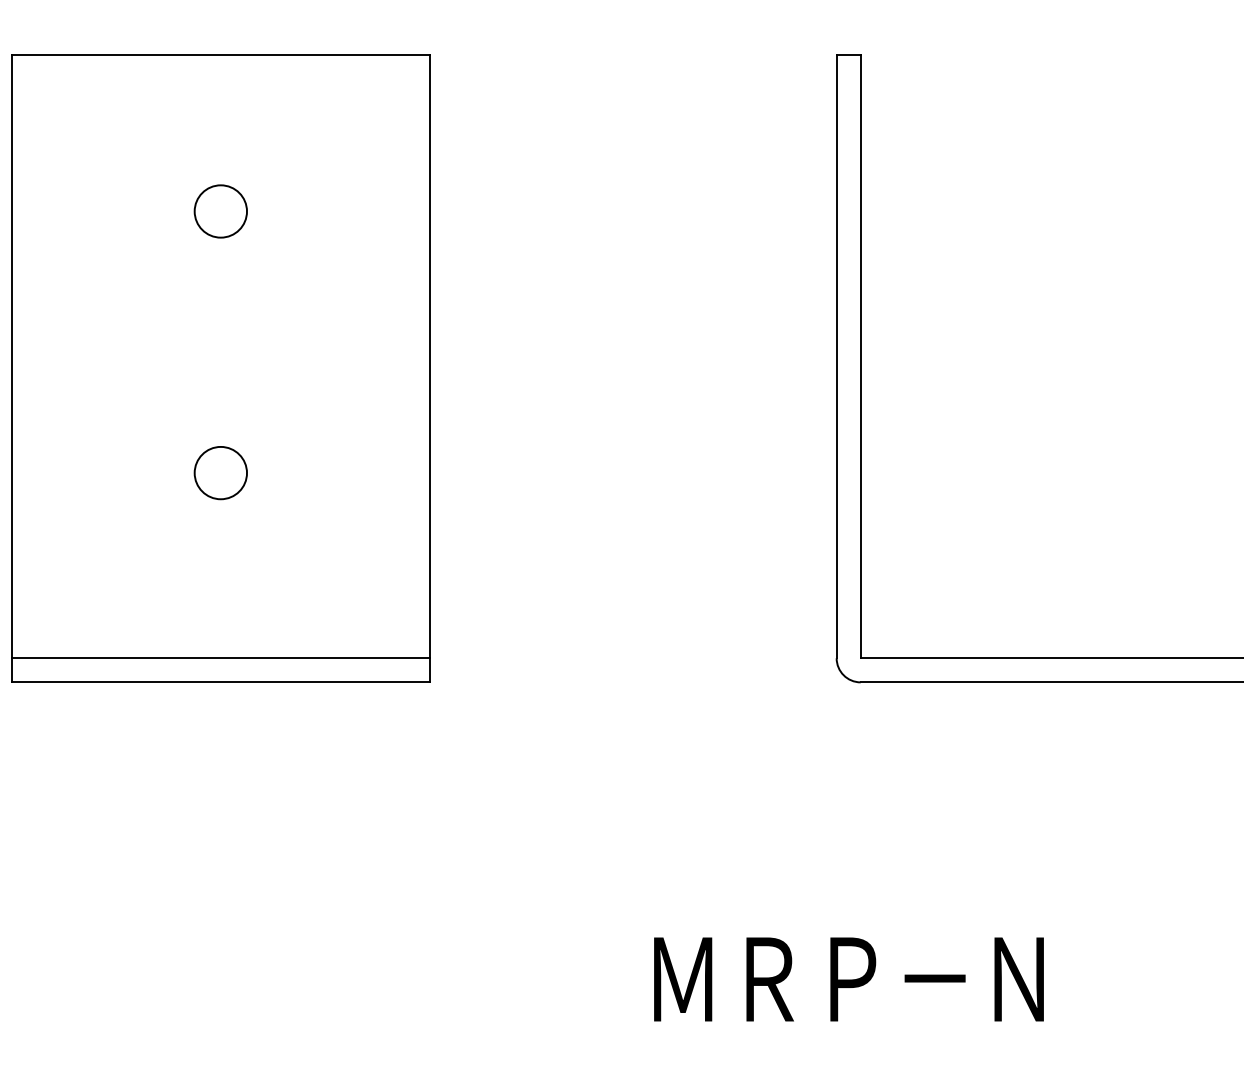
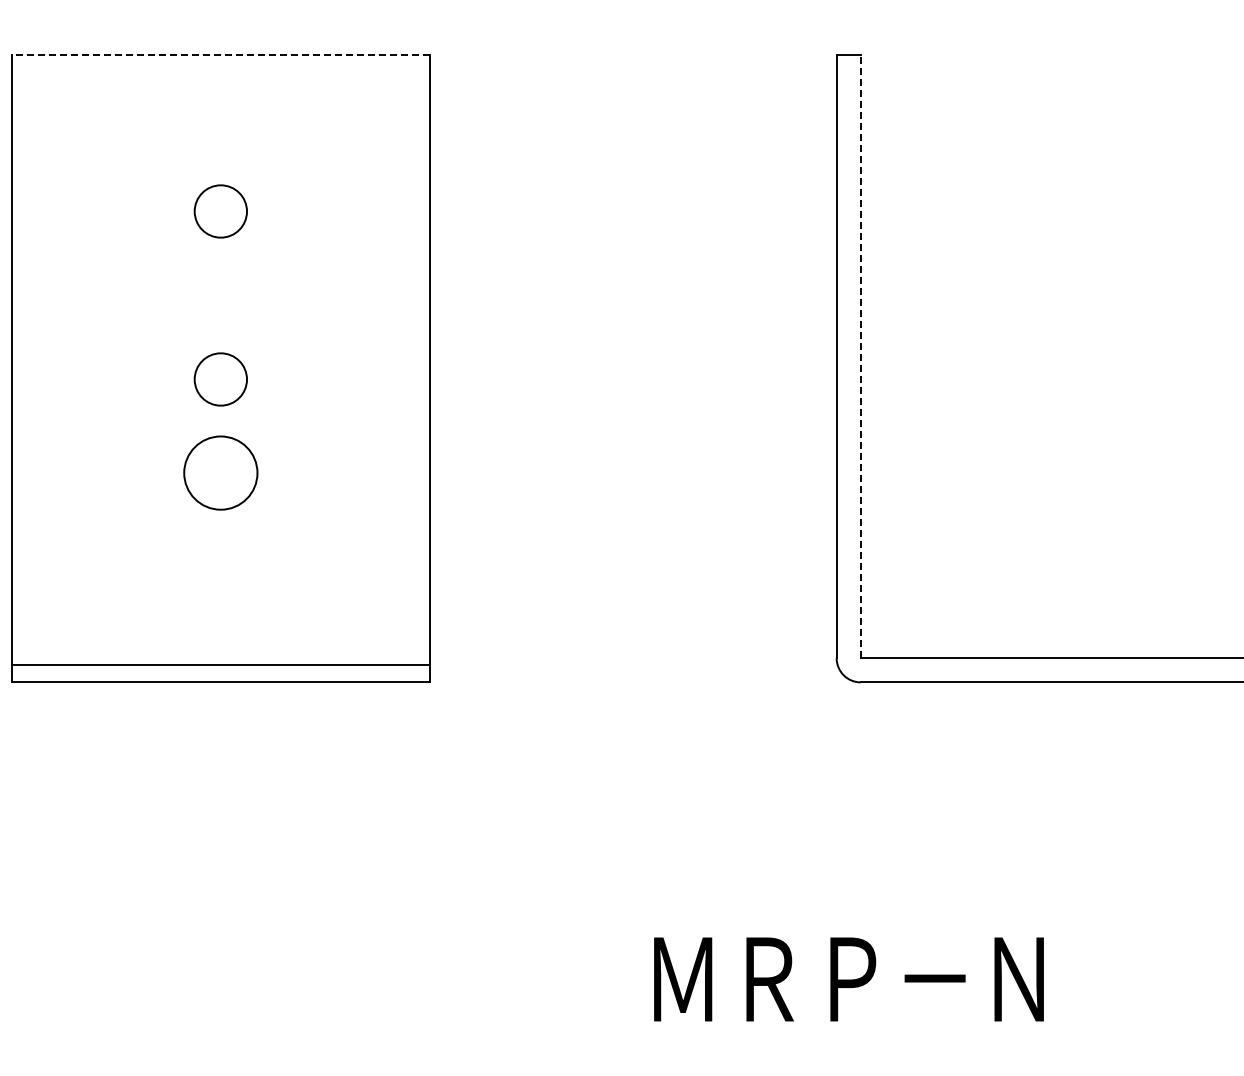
line at (220, 54): solid -> dashed
line at (860, 356): solid -> dashed
circle at (220, 379): none -> present
circle at (220, 472) diameter: 52 px -> 73 px
line at (220, 658) position: (220, 658) -> (220, 665)
